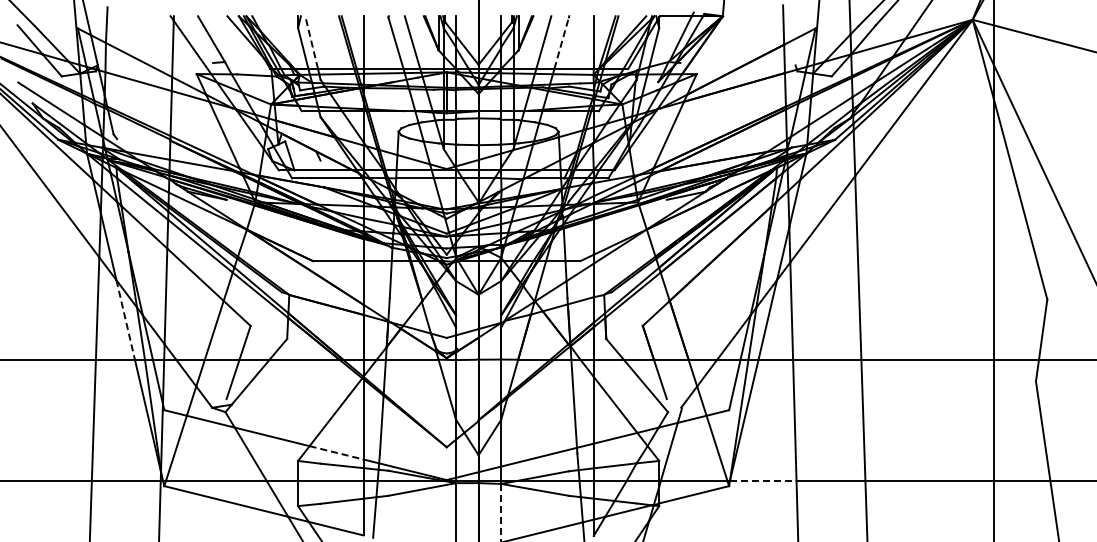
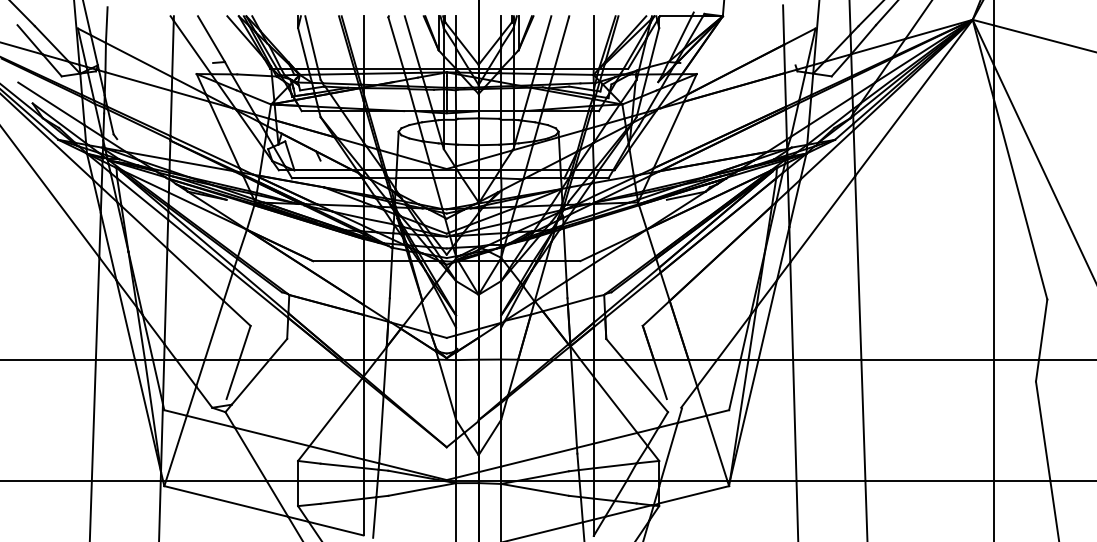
line at (311, 42): dashed -> solid
line at (561, 43): dashed -> solid
line at (125, 319): dashed -> solid
line at (336, 452): dashed -> solid
line at (763, 481): dashed -> solid
line at (501, 512): dashed -> solid
